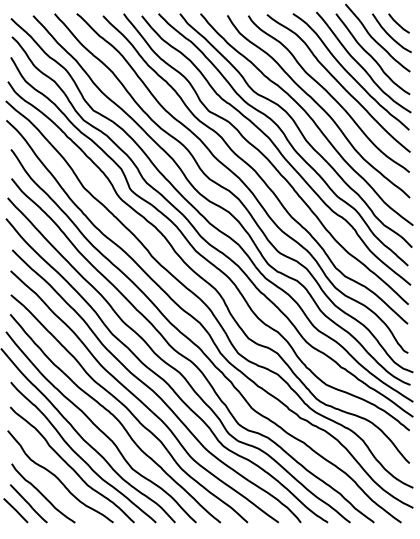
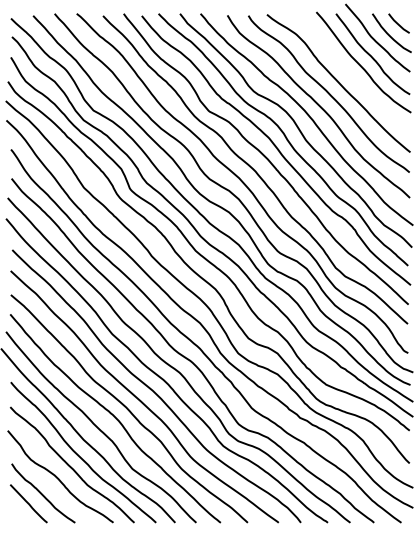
curve at (349, 72): present -> none
line at (15, 510): present -> none
